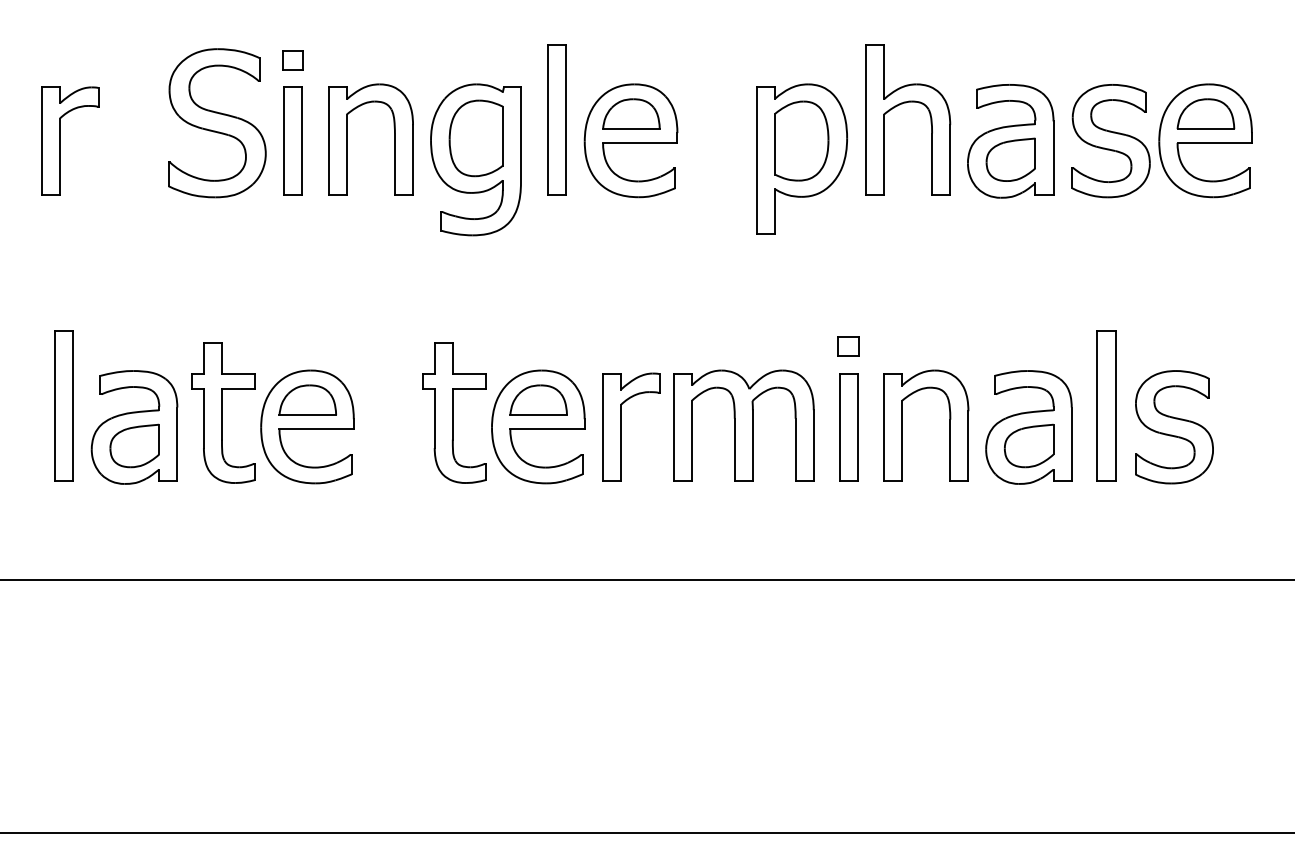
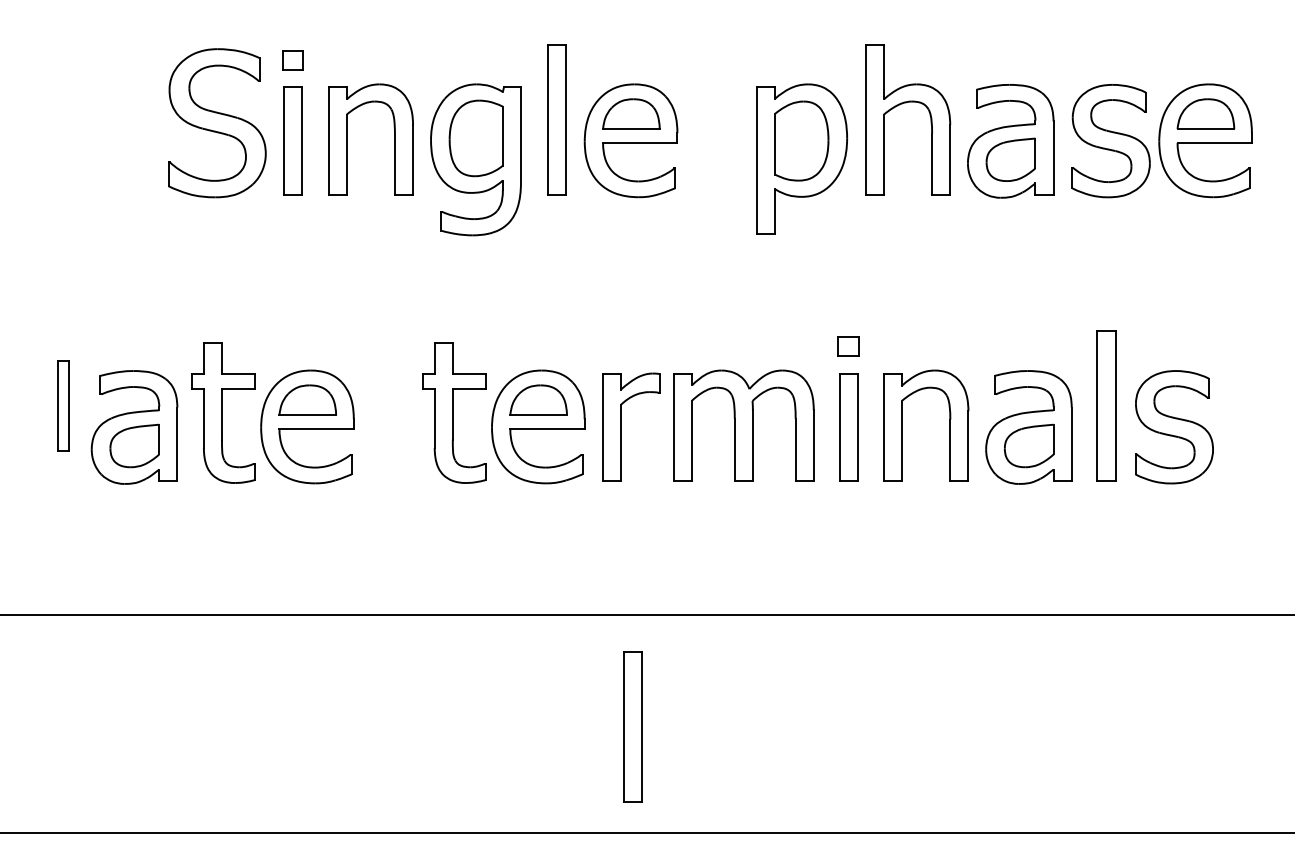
part at (60, 140): present -> none
part at (63, 405) size: 20x152 px -> 13x92 px
line at (646, 580) position: (646, 580) -> (646, 615)
part at (632, 726): none -> present
